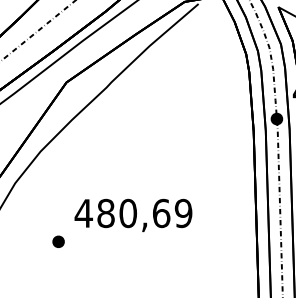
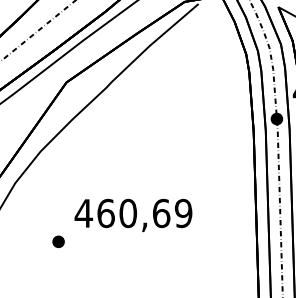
text at (105, 212): 480,69 -> 460,69
